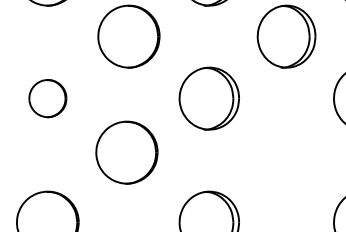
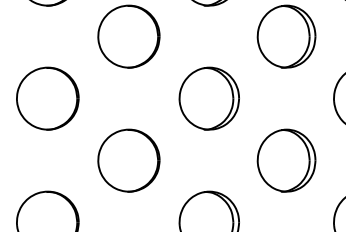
part at (47, 98) size: 40x40 px -> 64x65 px
part at (126, 152) position: (126, 152) -> (128, 160)
part at (286, 160): none -> present
